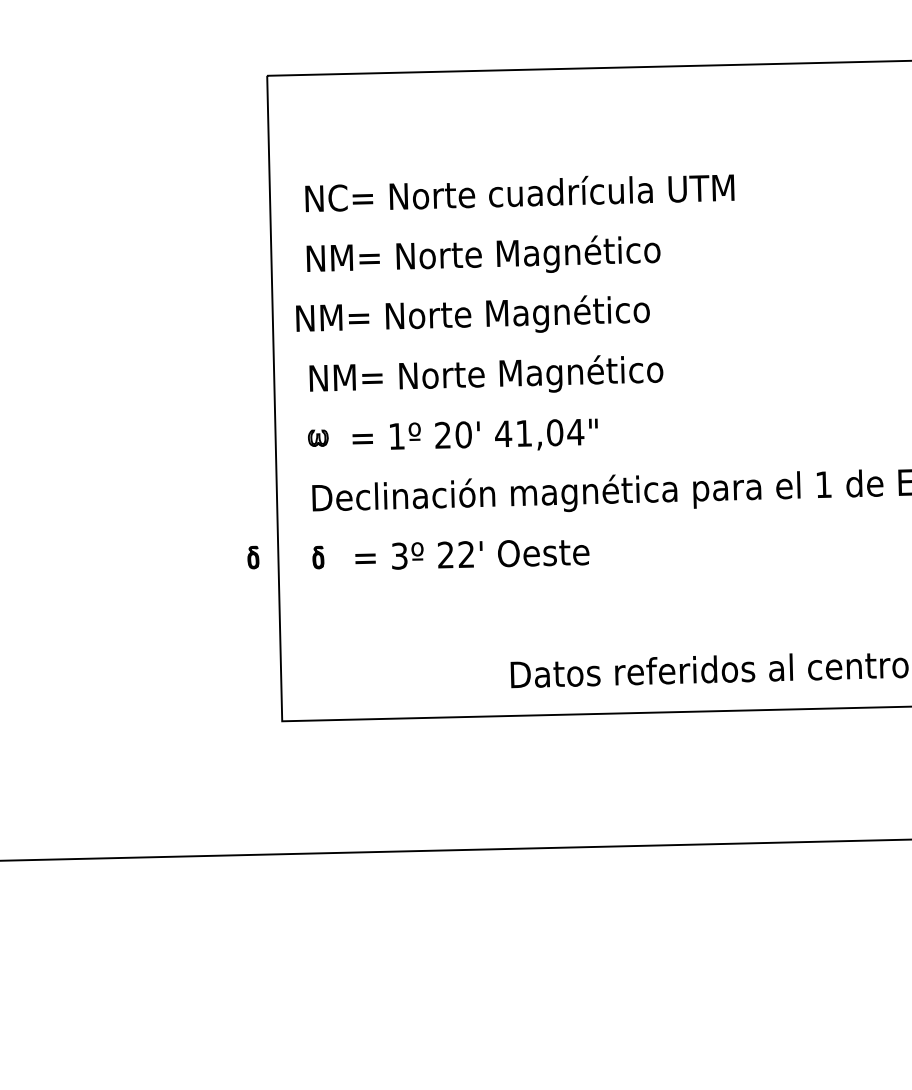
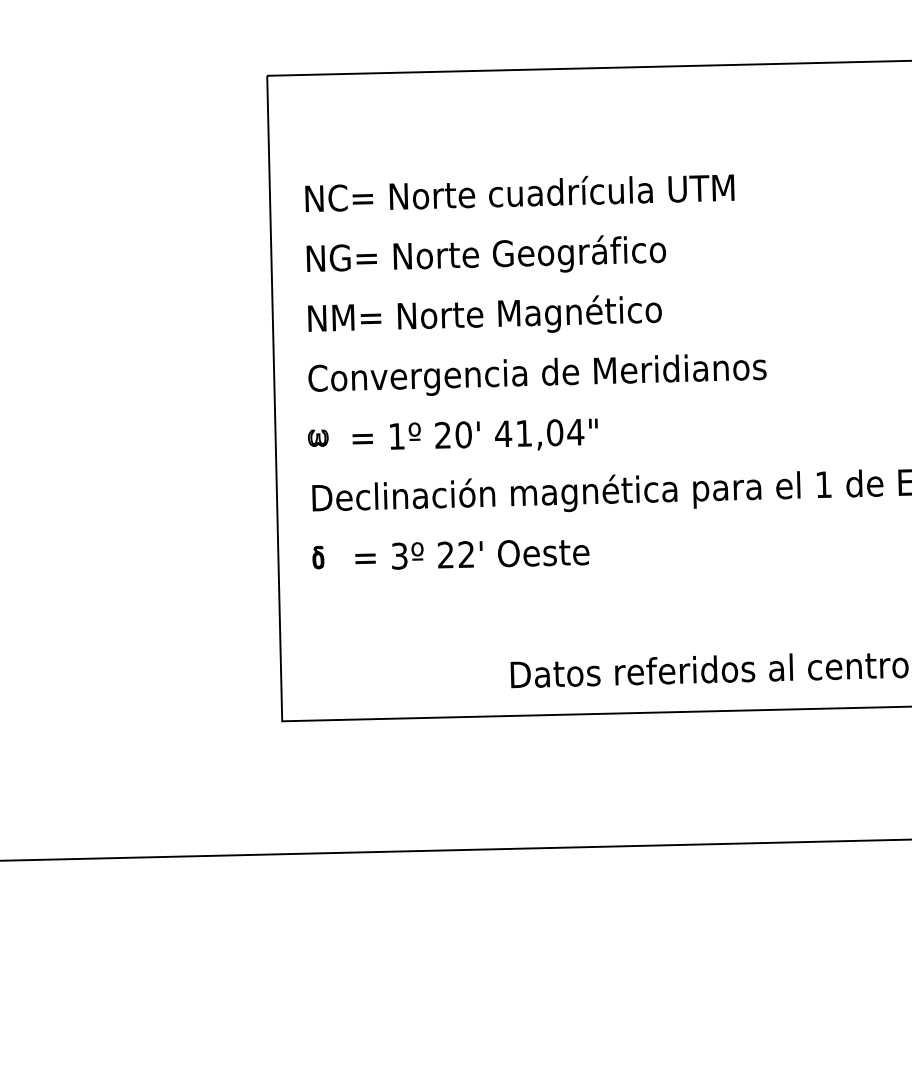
text at (497, 253): NM= Norte Magnético -> NG= Norte Geográfico
text at (472, 313) position: (472, 313) -> (484, 313)
text at (537, 374): NM= Norte Magnético -> Convergencia de Meridianos
part at (253, 557): present -> none
